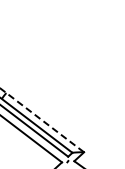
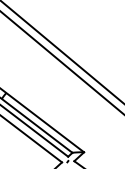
line at (61, 51): none -> present
line at (61, 62): none -> present
line at (41, 120): dashed -> solid
